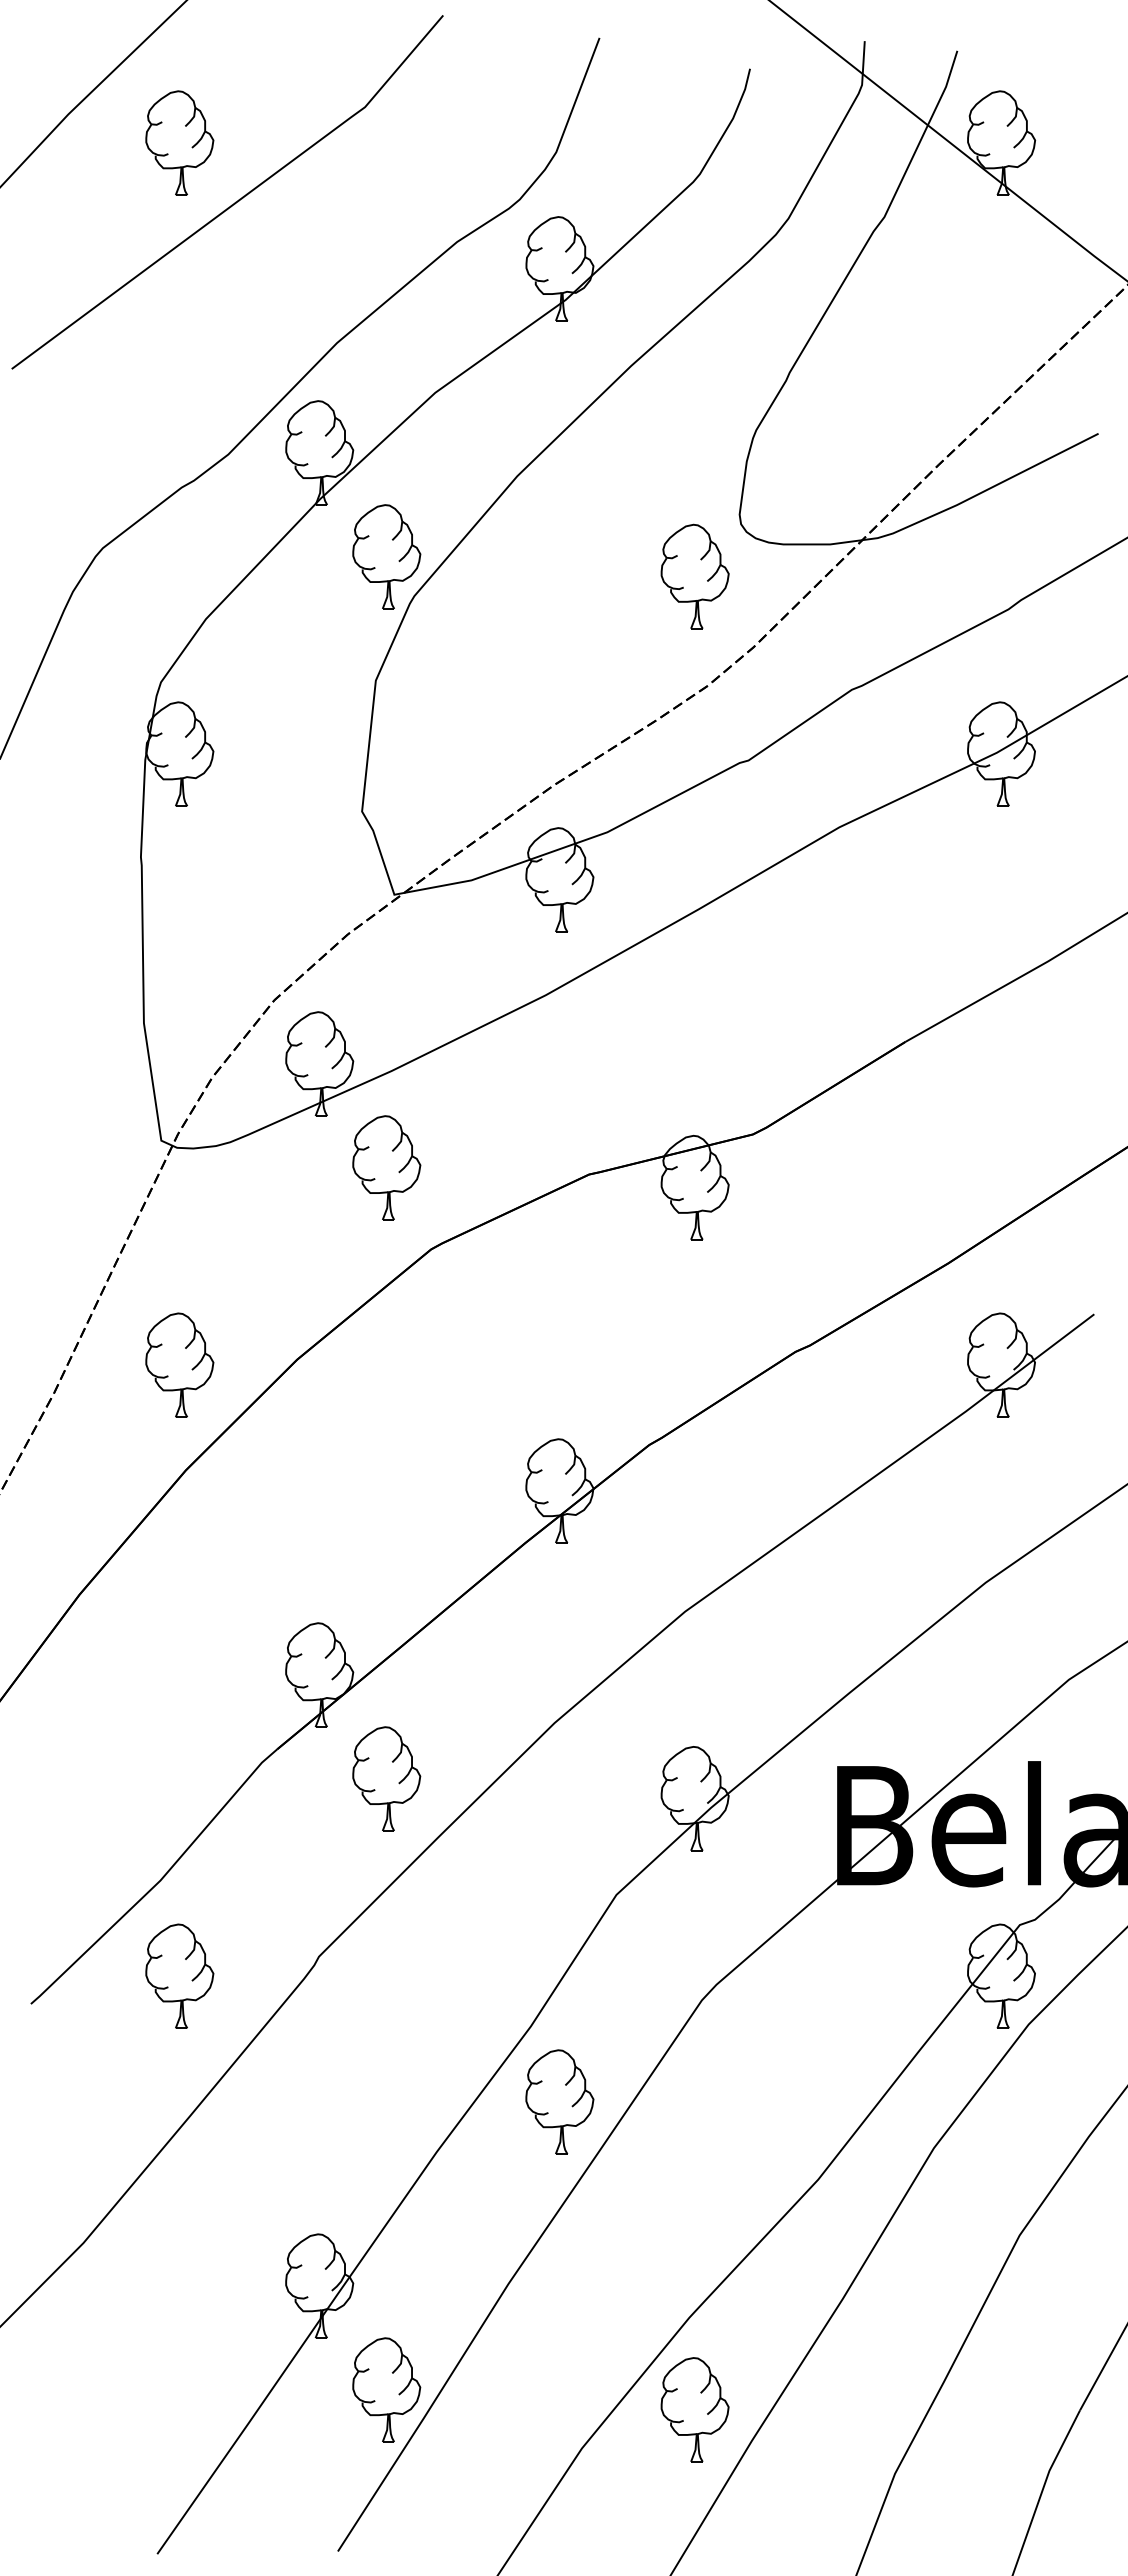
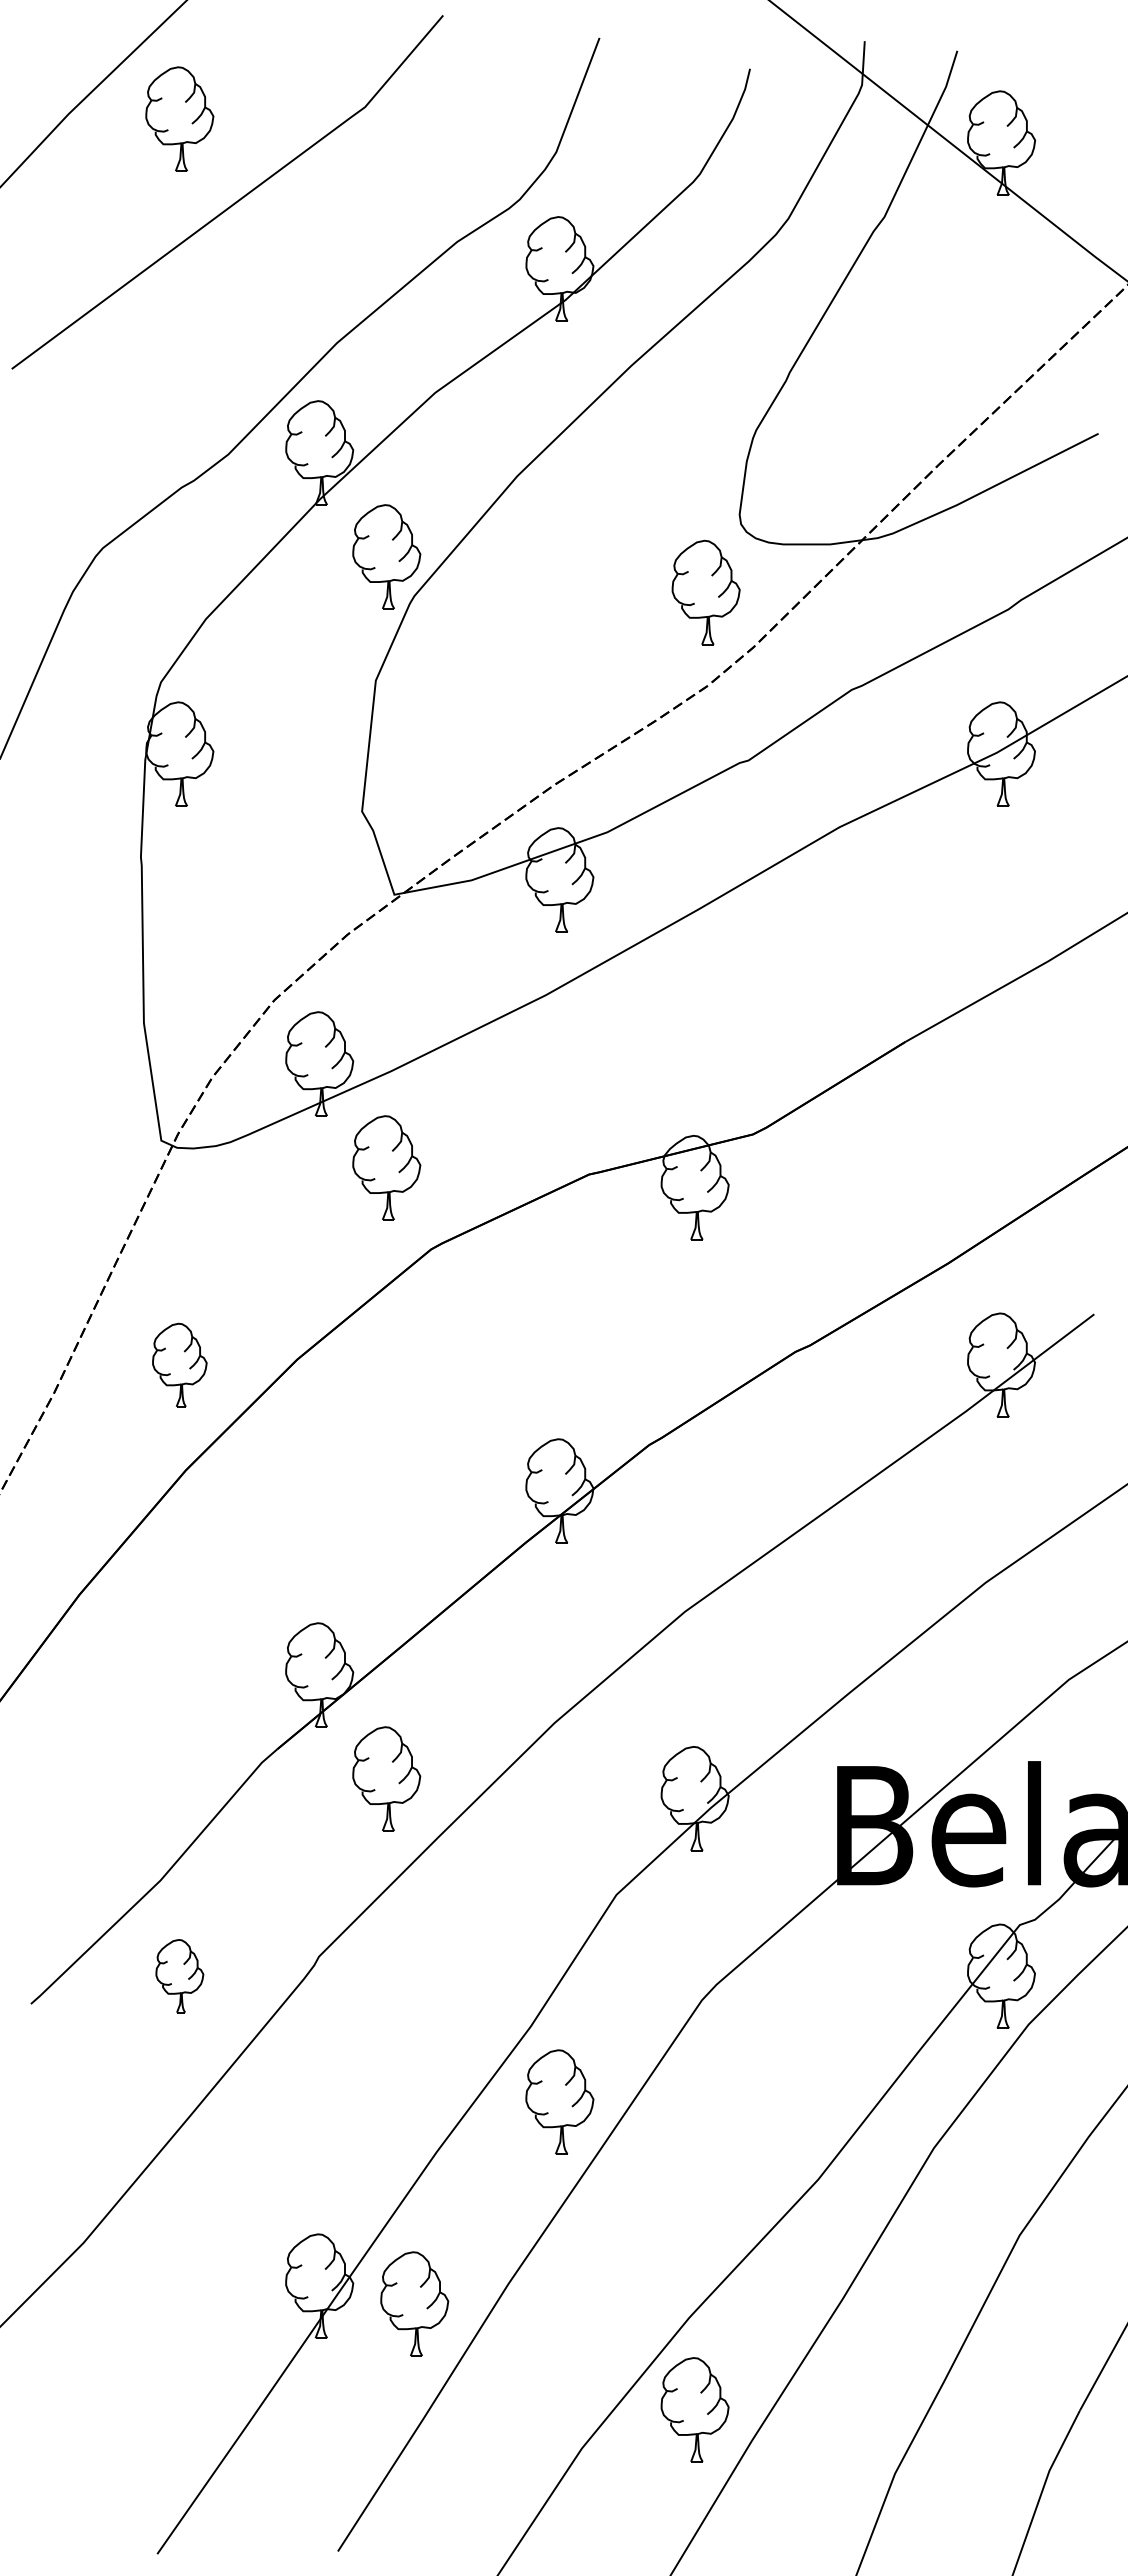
part at (179, 142) position: (179, 142) -> (179, 118)
part at (694, 576) position: (694, 576) -> (705, 592)
part at (179, 1364) size: 70x106 px -> 56x86 px
part at (179, 1975) size: 70x106 px -> 50x75 px
part at (386, 2389) position: (386, 2389) -> (414, 2303)
